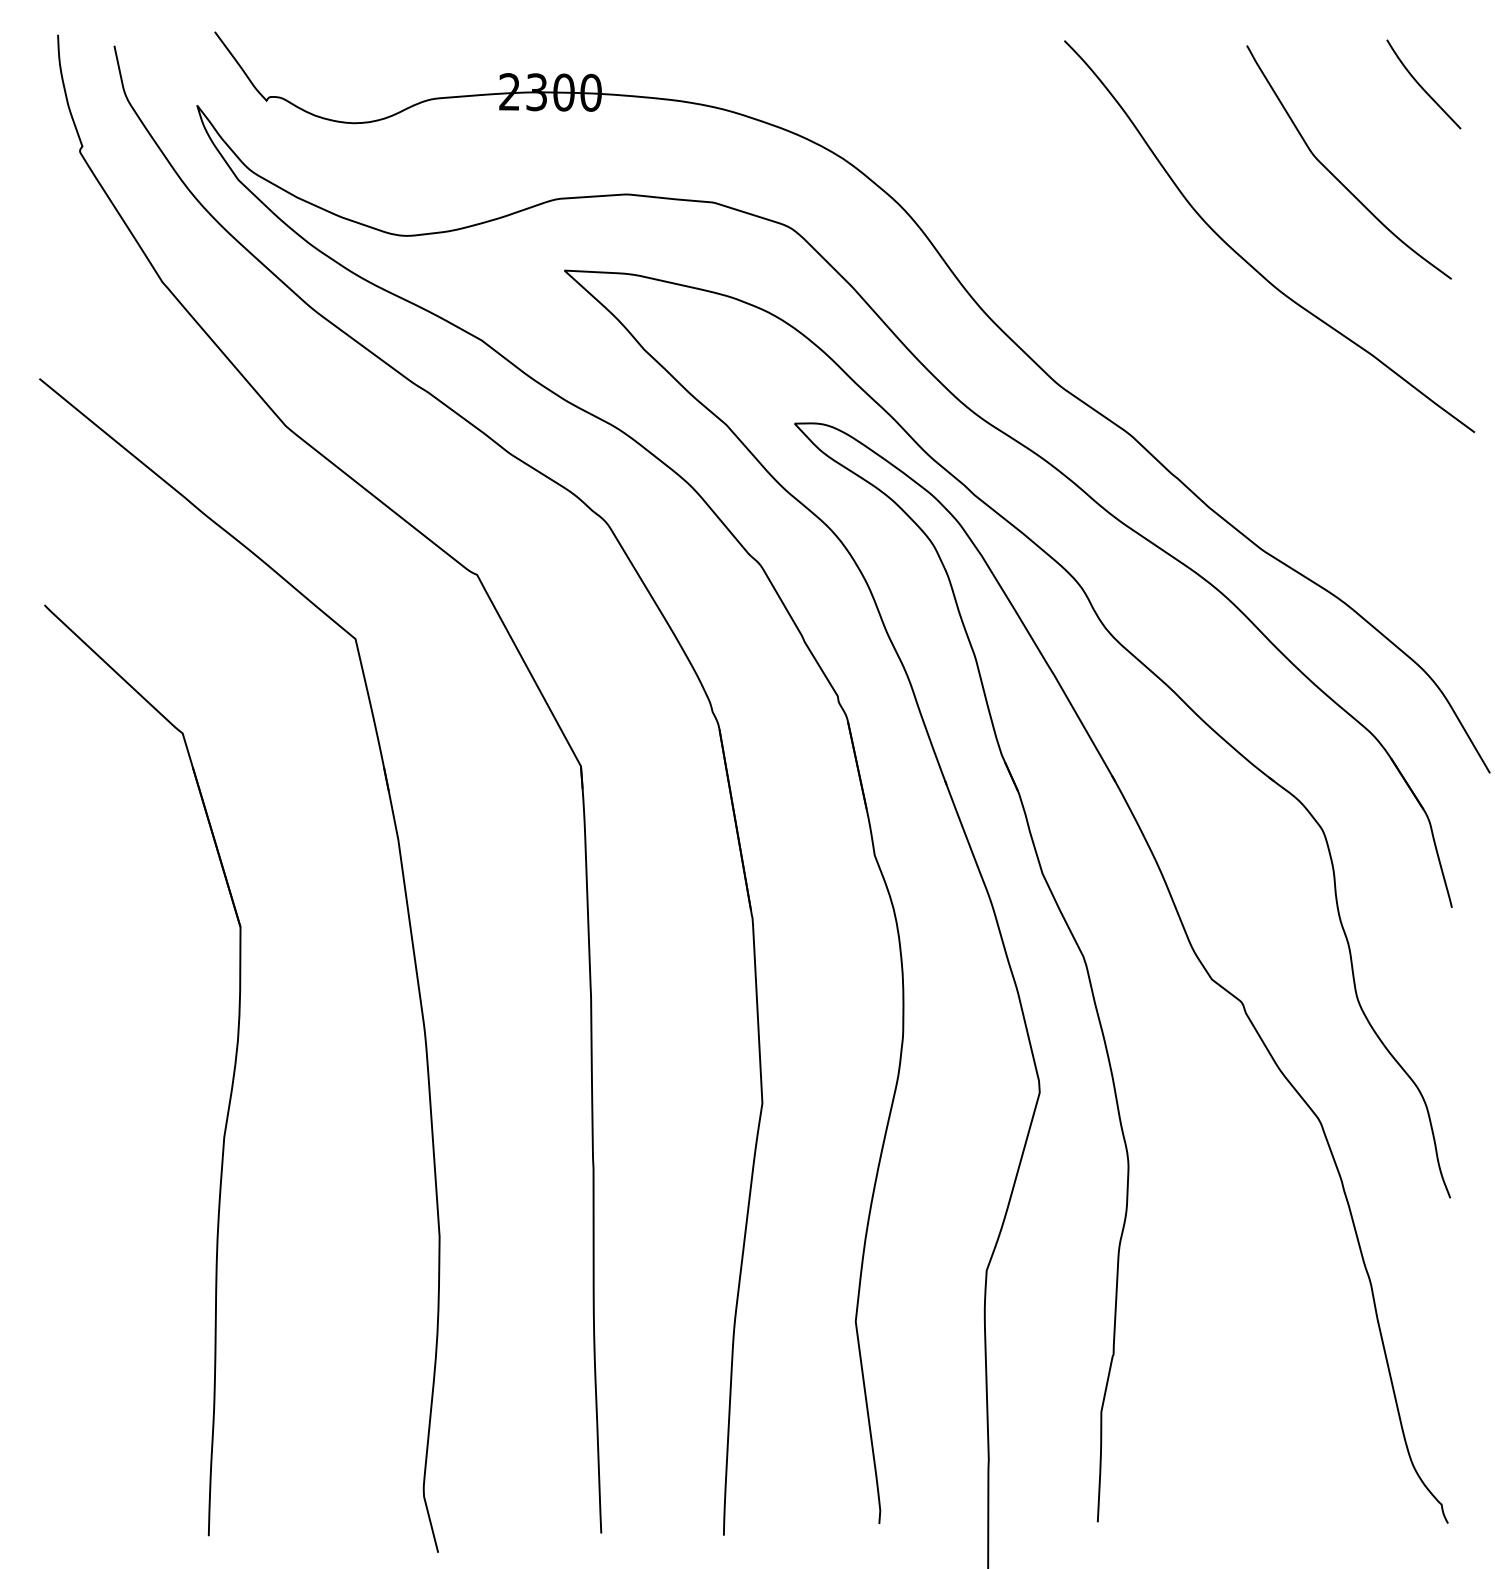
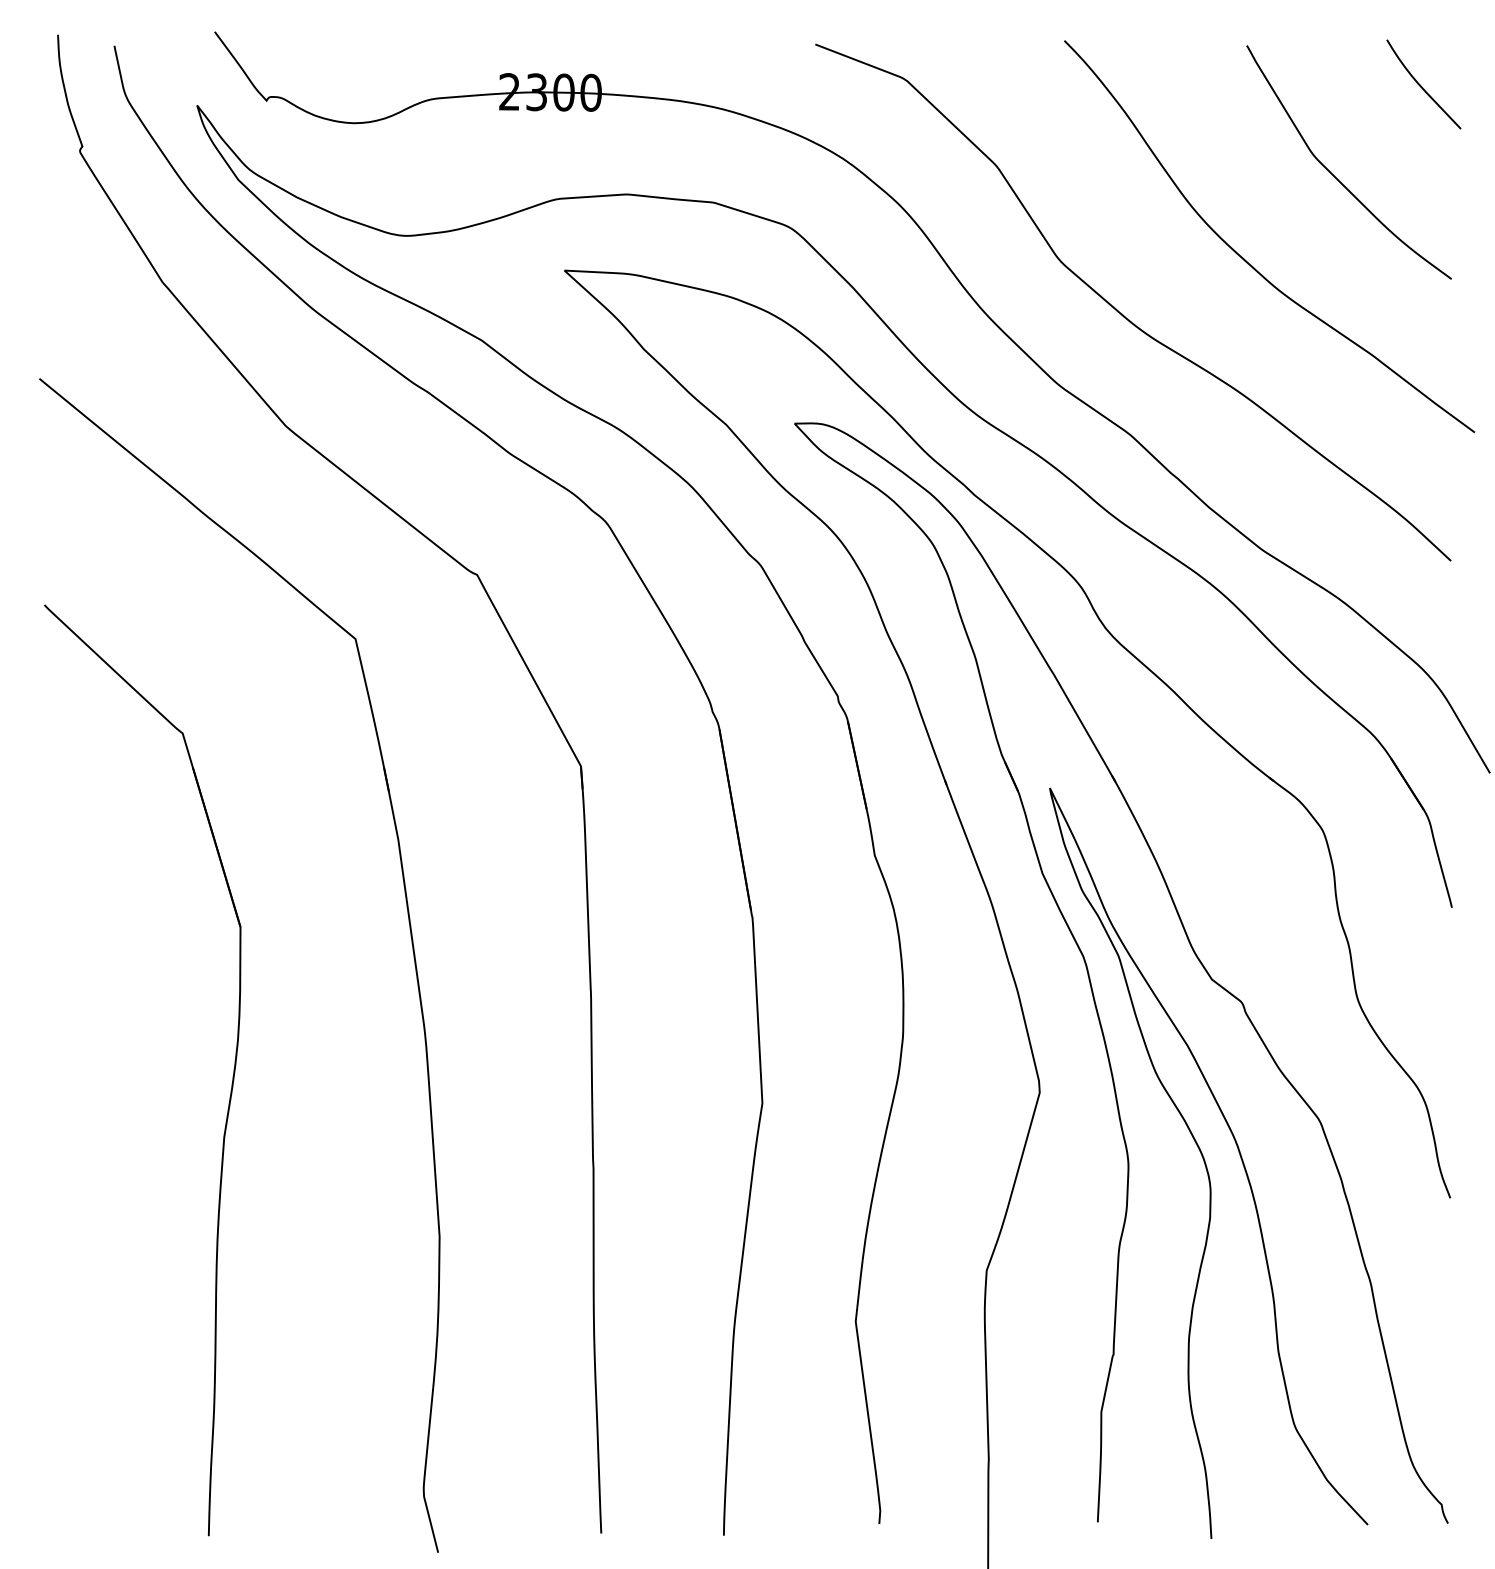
curve at (1122, 313): none -> present
curve at (1206, 1163): none -> present
